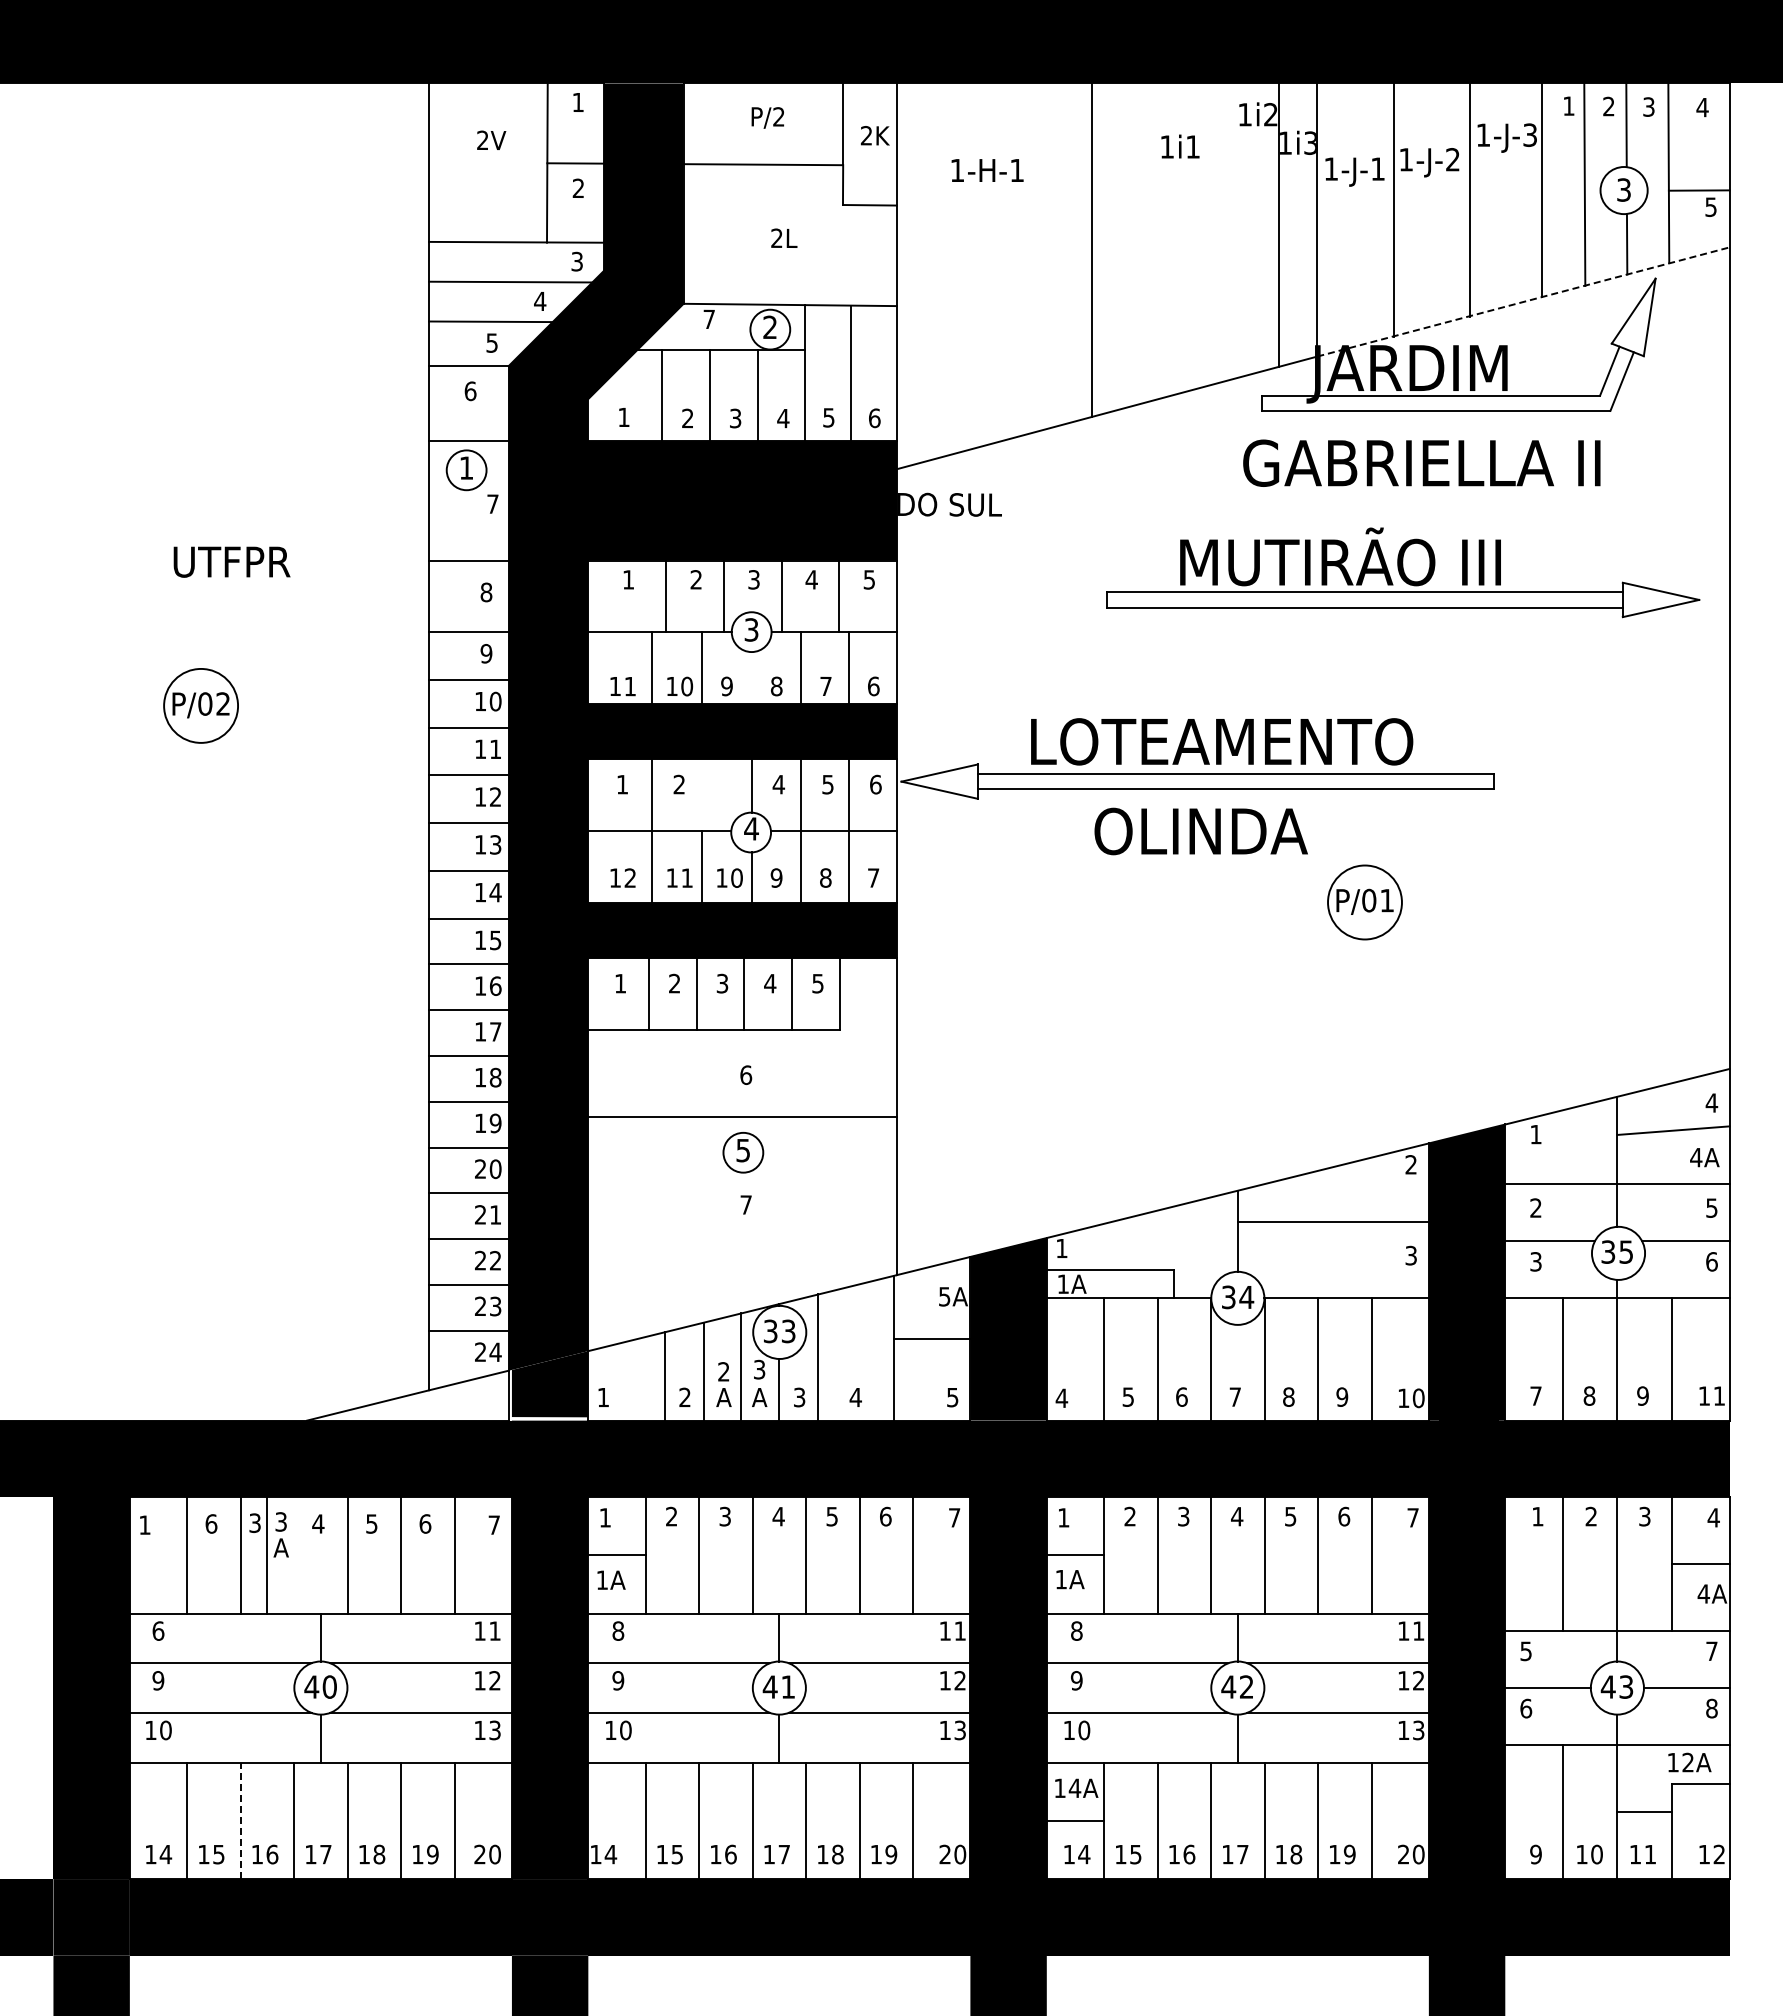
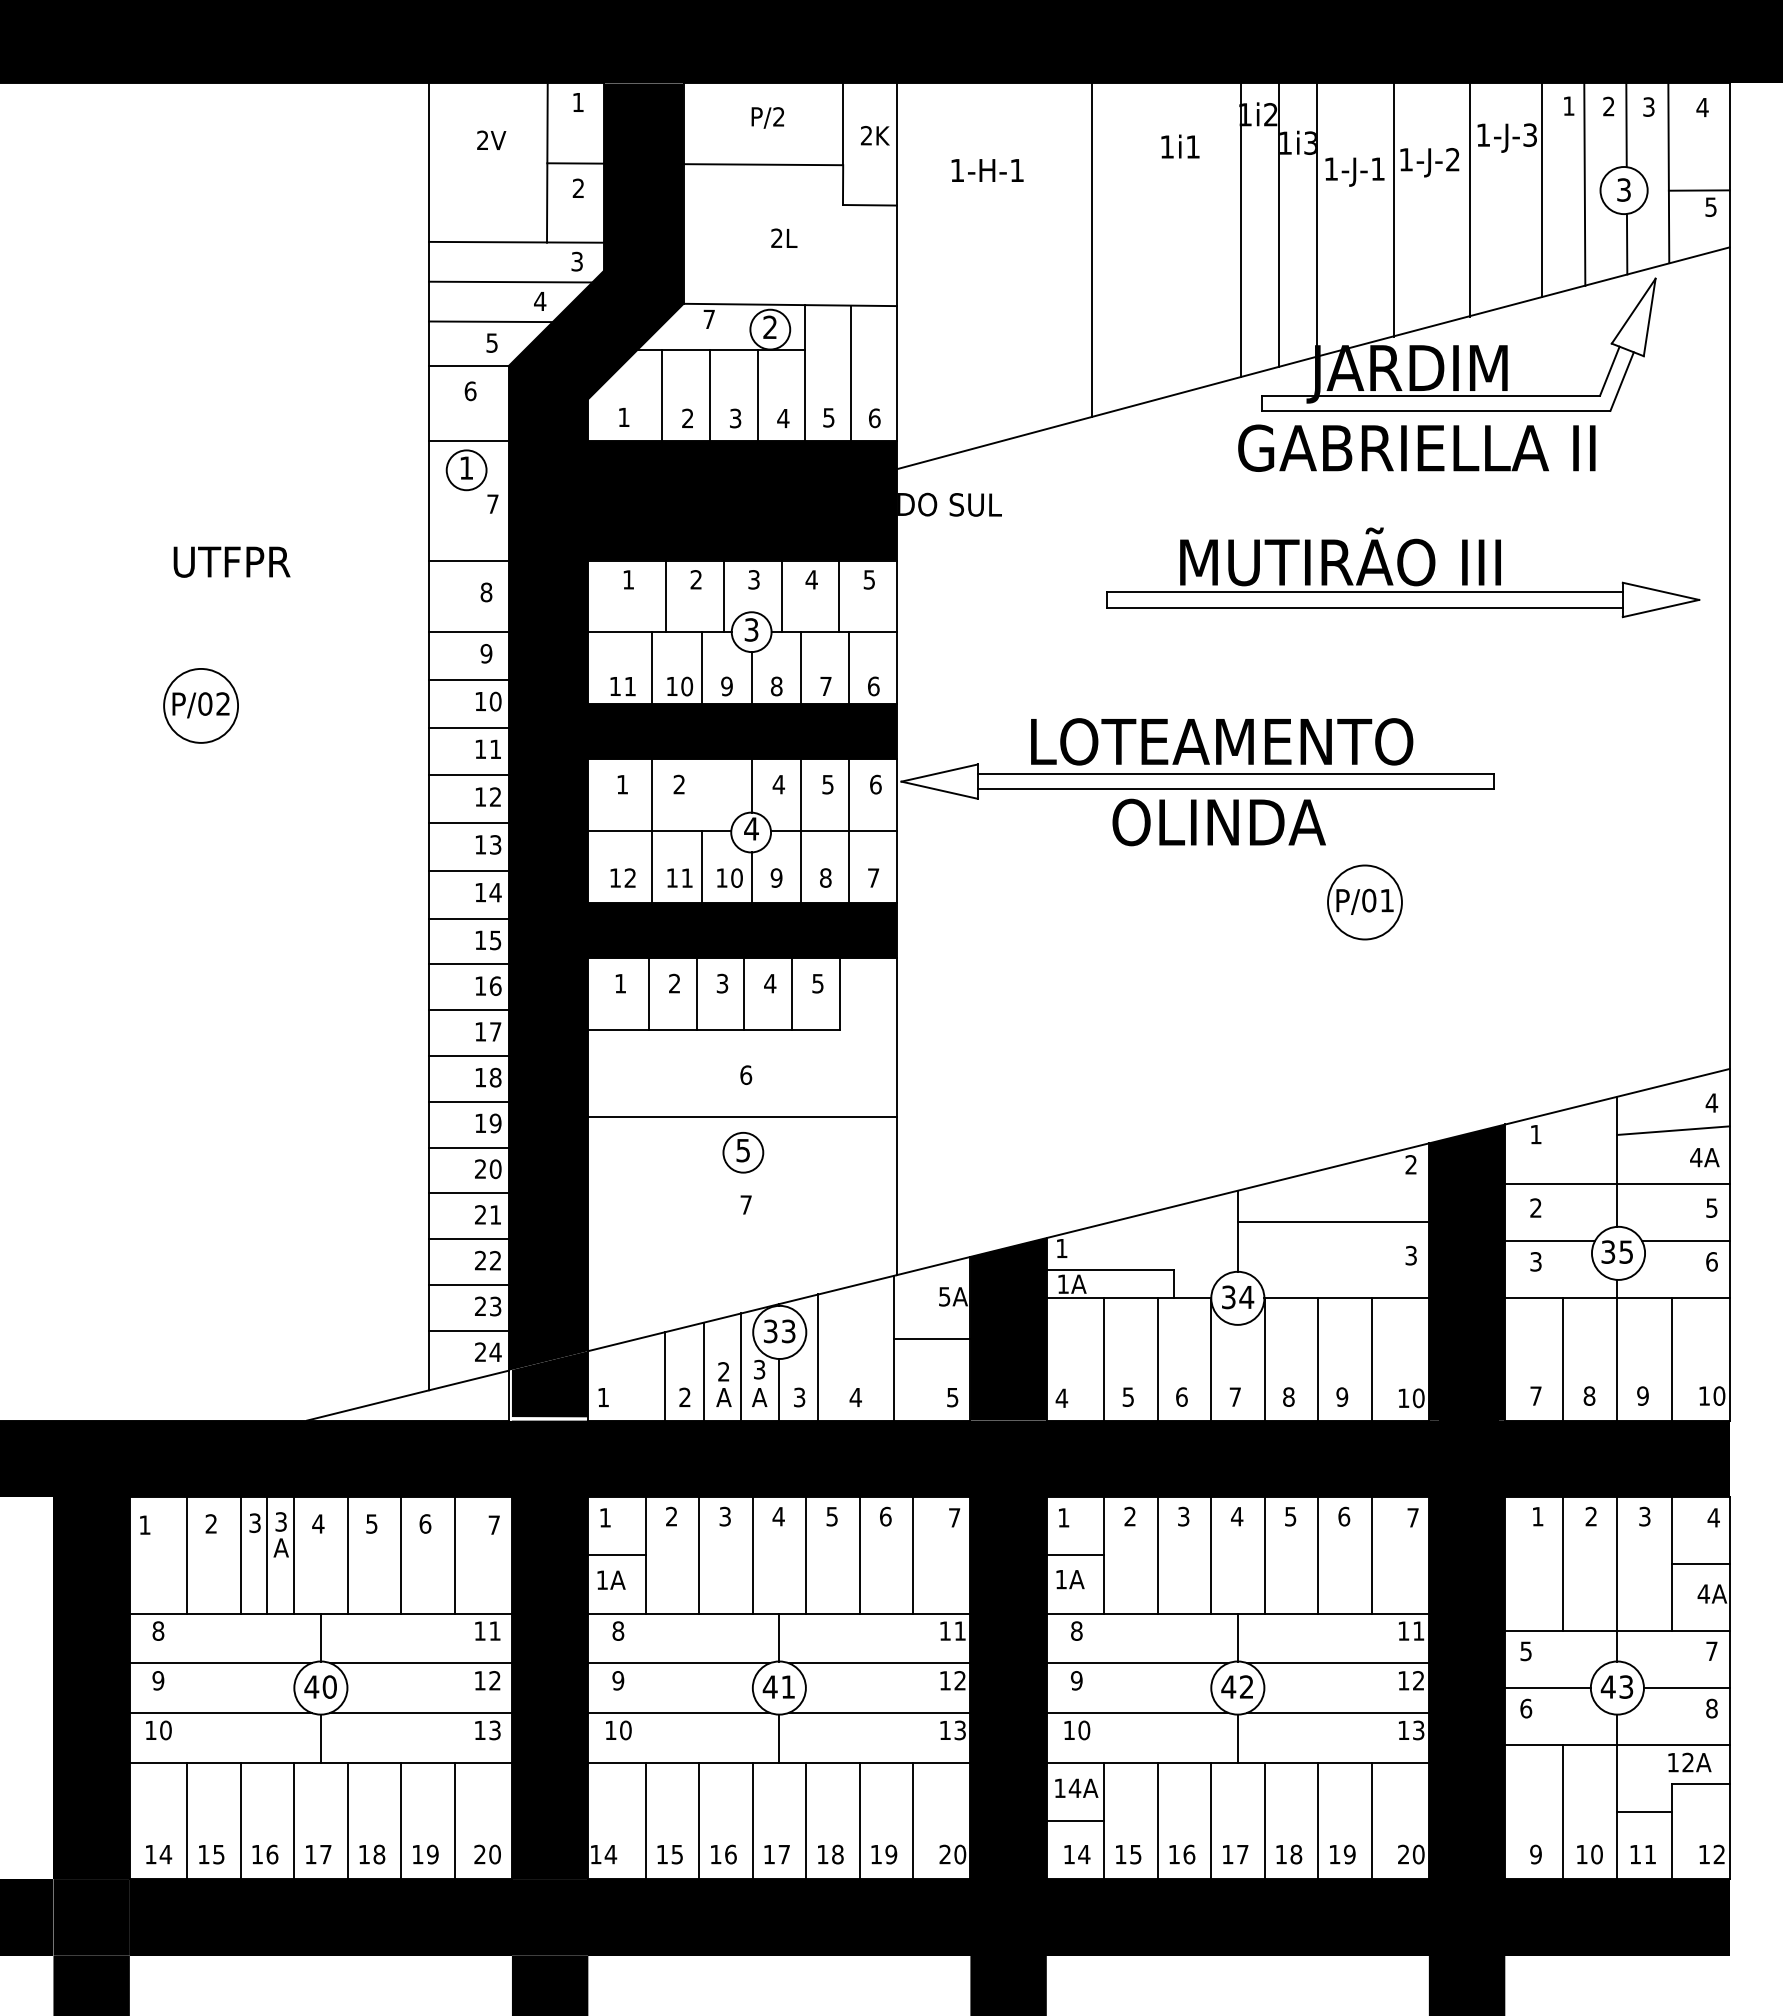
line at (1240, 230): none -> present
line at (1523, 301): dashed -> solid
text at (1421, 462) position: (1421, 462) -> (1416, 447)
line at (751, 677): none -> present
text at (1200, 831) position: (1200, 831) -> (1218, 822)
text at (1719, 1395): 11 -> 10
text at (211, 1523): 6 -> 2
line at (294, 1555): none -> present
text at (158, 1630): 6 -> 8
line at (240, 1820): dashed -> solid
